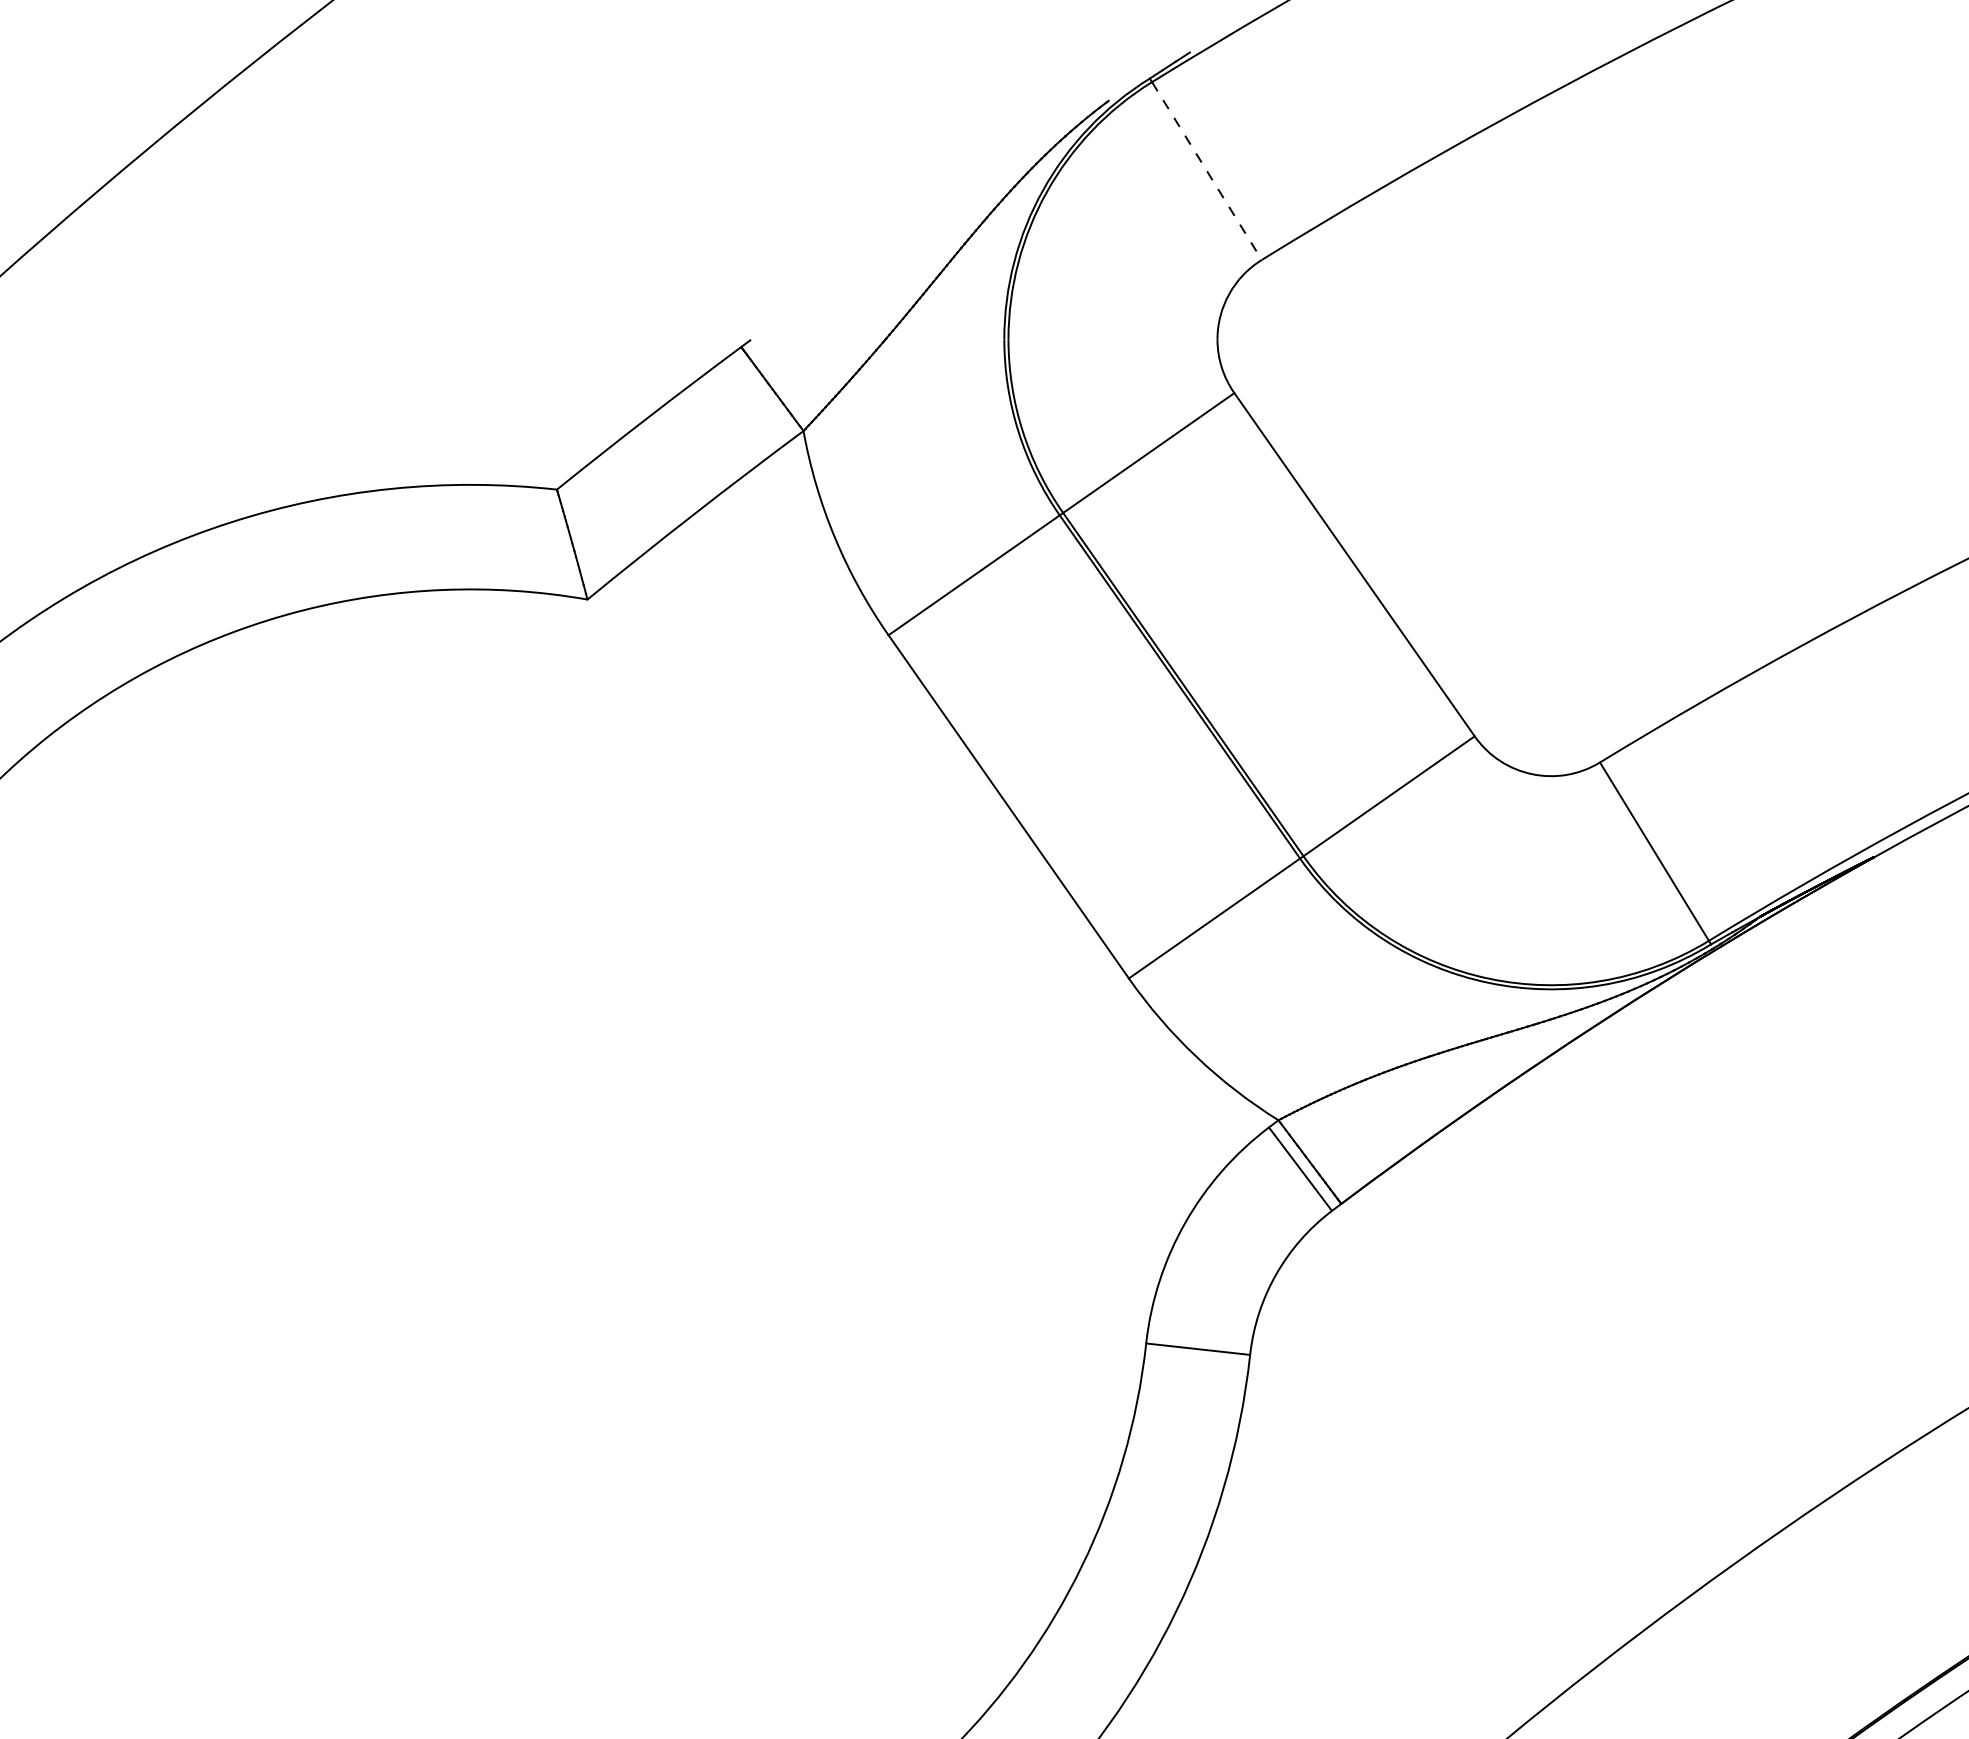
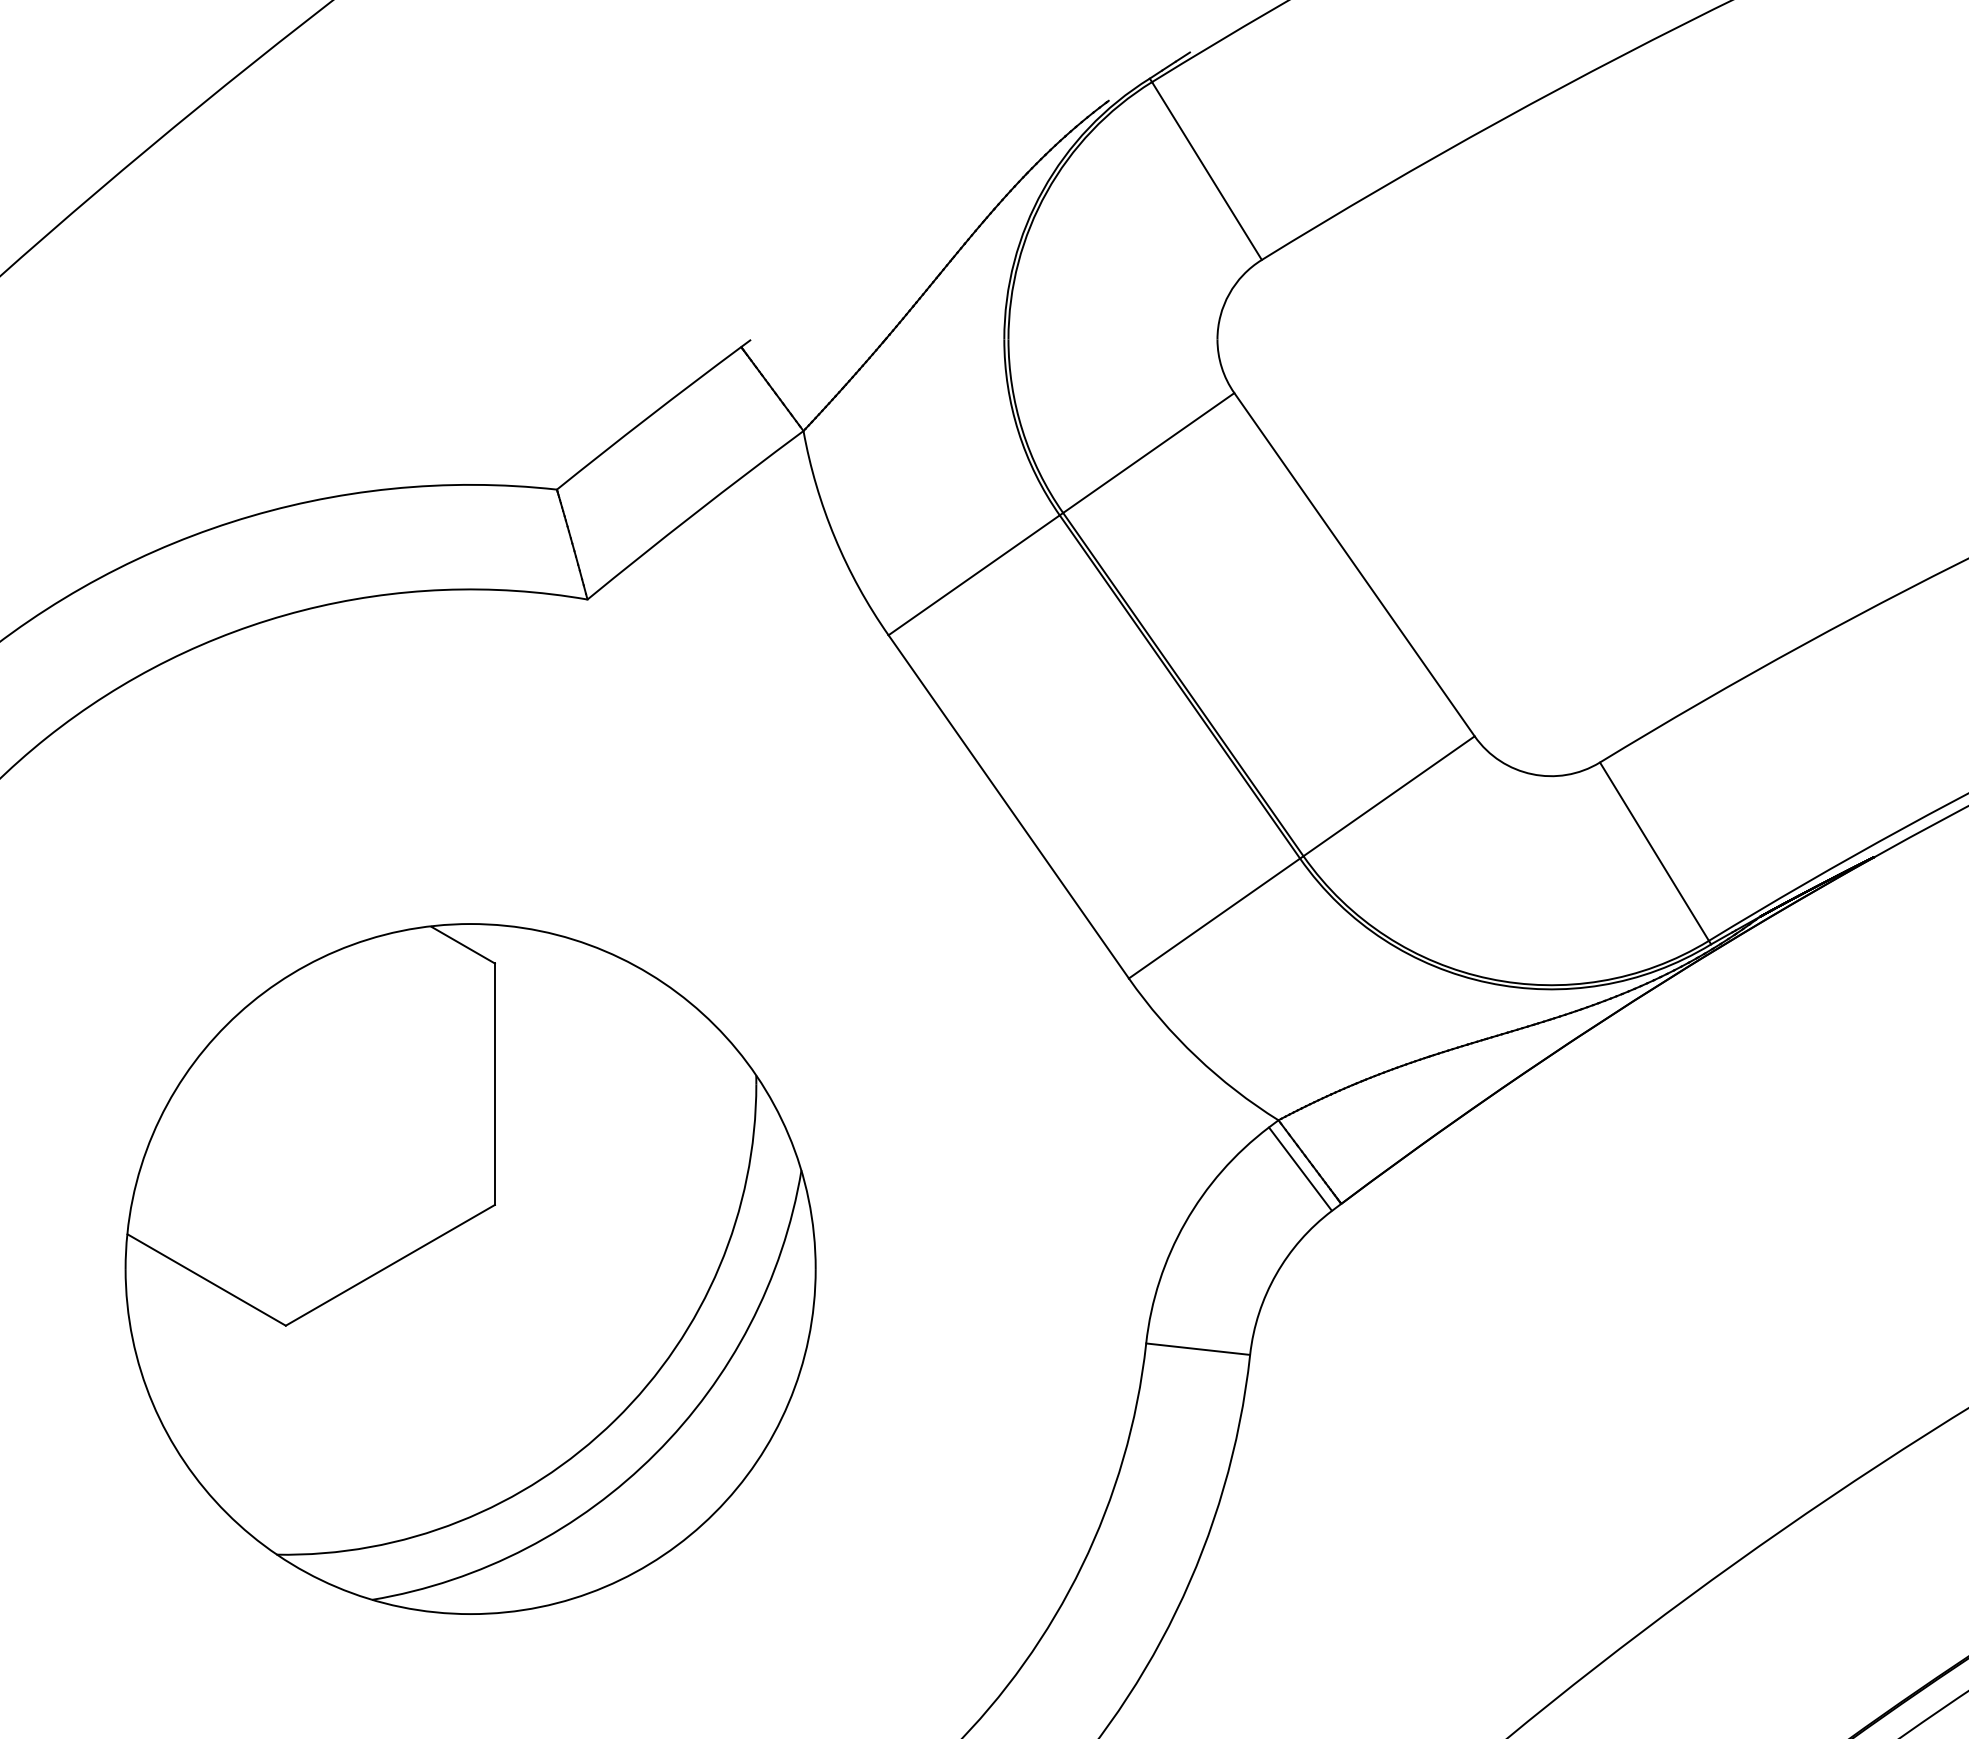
line at (1207, 171): dashed -> solid
part at (470, 1268): none -> present
